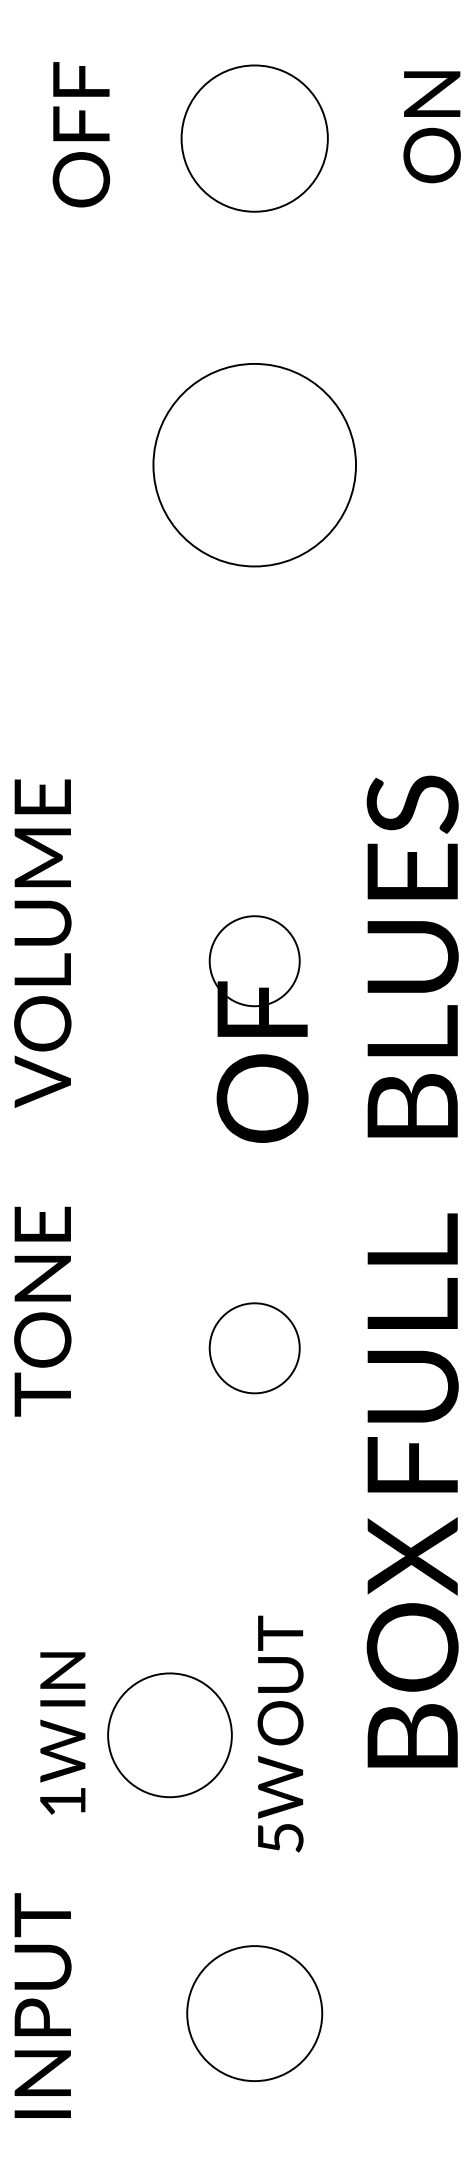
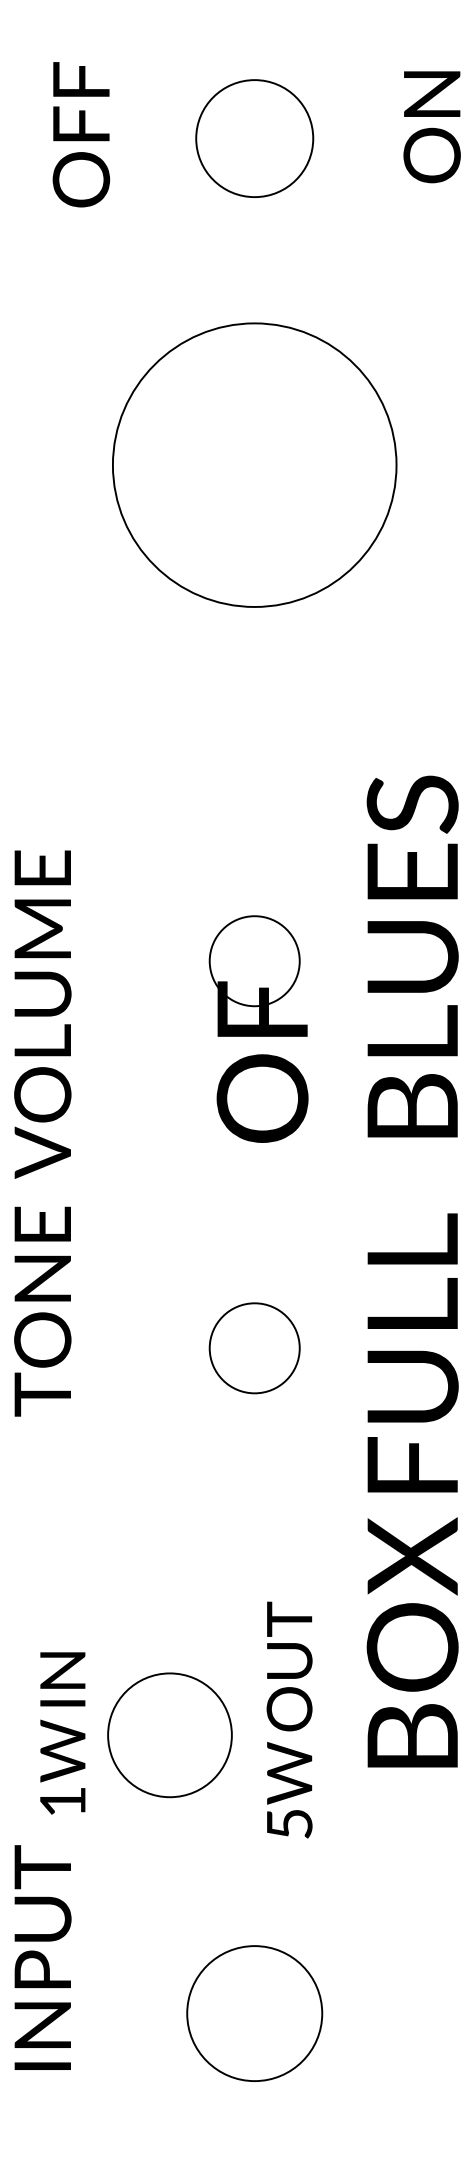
circle at (254, 138) diameter: 146 px -> 117 px
circle at (254, 464) diameter: 203 px -> 284 px
text at (42, 943) position: (42, 943) -> (42, 1014)
text at (280, 1733) position: (280, 1733) -> (289, 1719)
text at (42, 2005) position: (42, 2005) -> (42, 1957)
